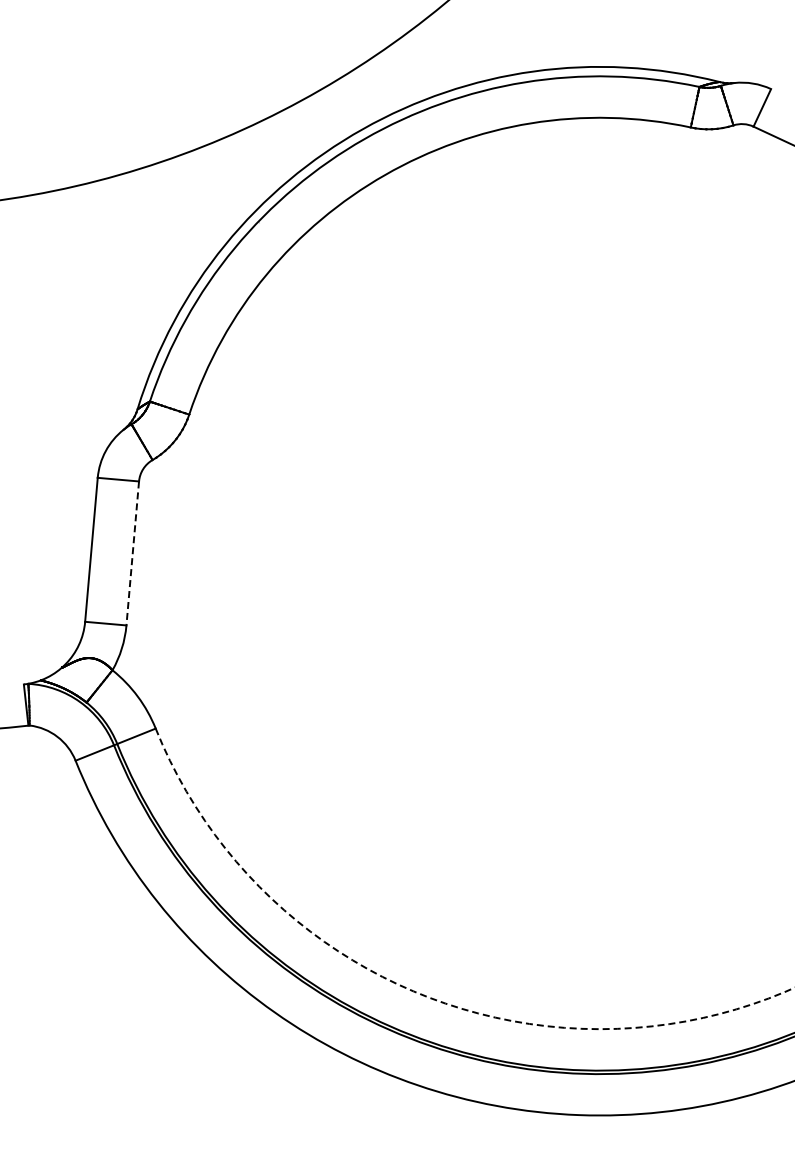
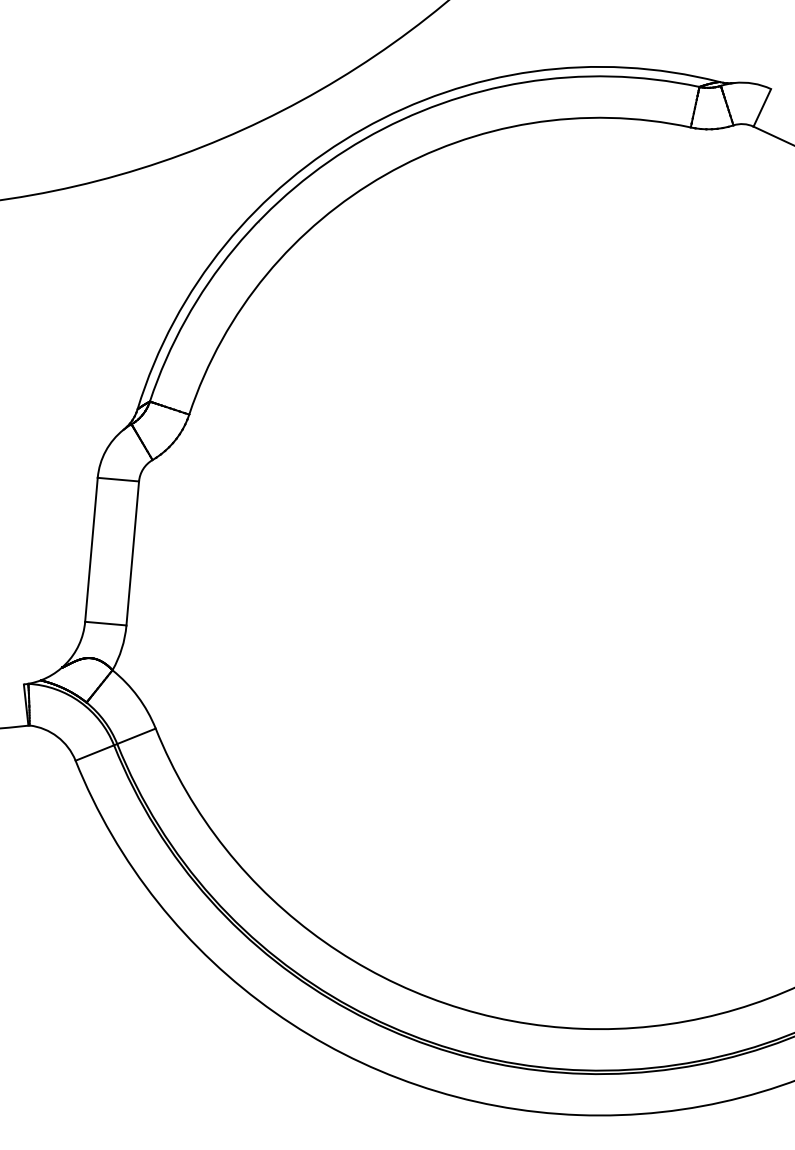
line at (132, 553): dashed -> solid
arc at (418, 993): dashed -> solid
